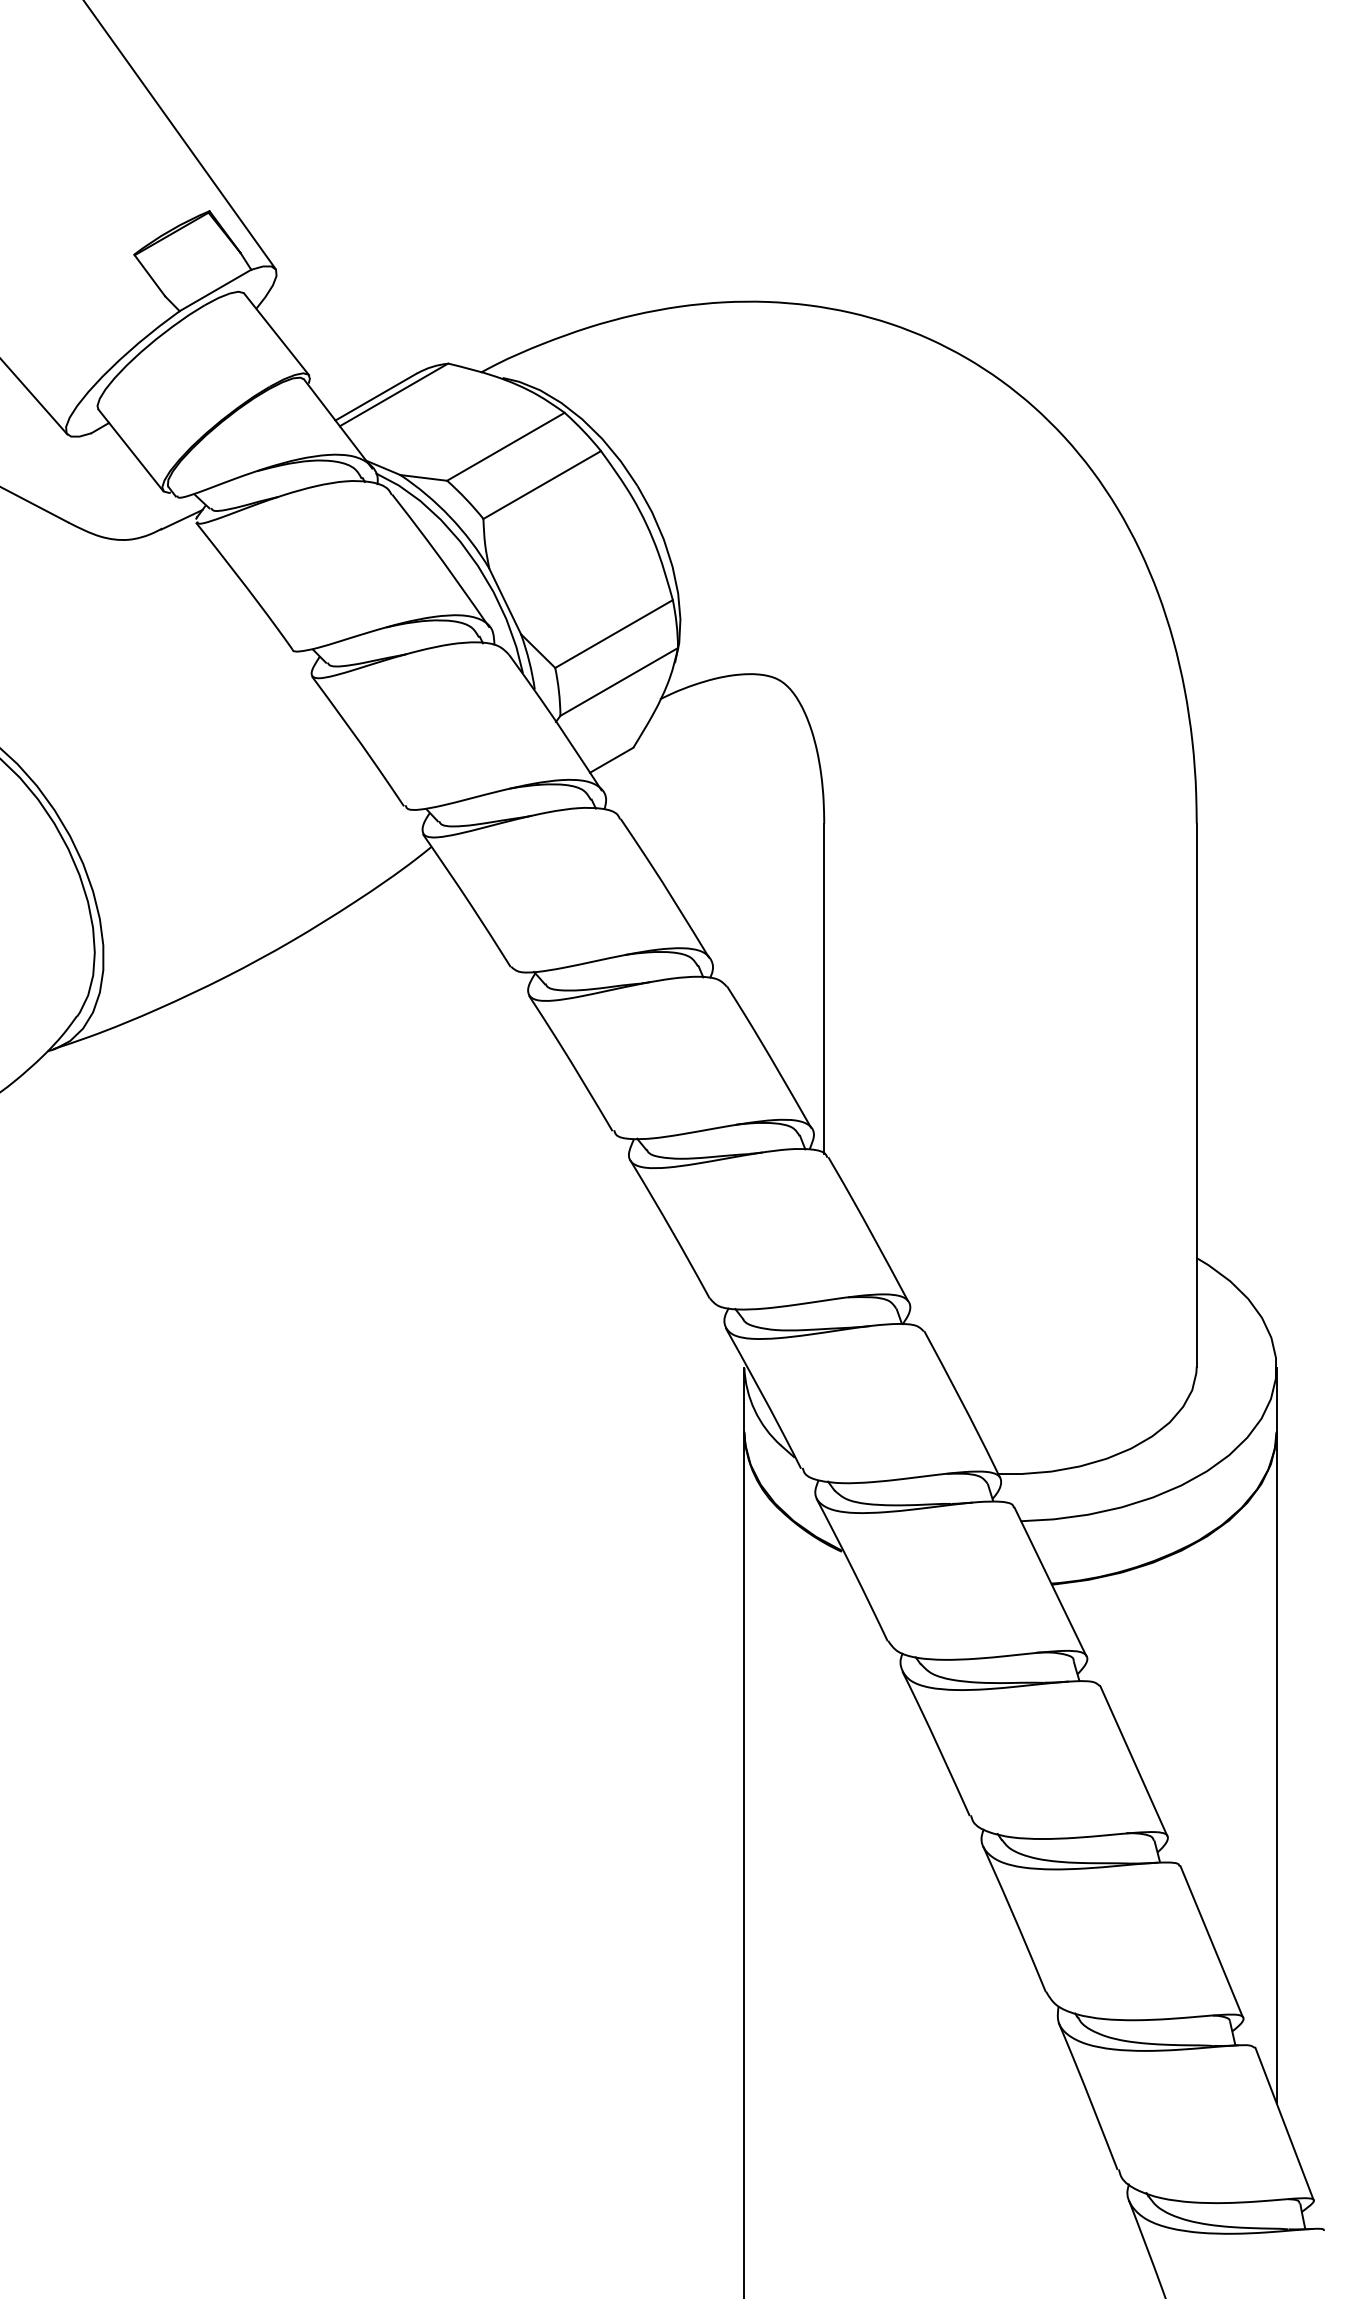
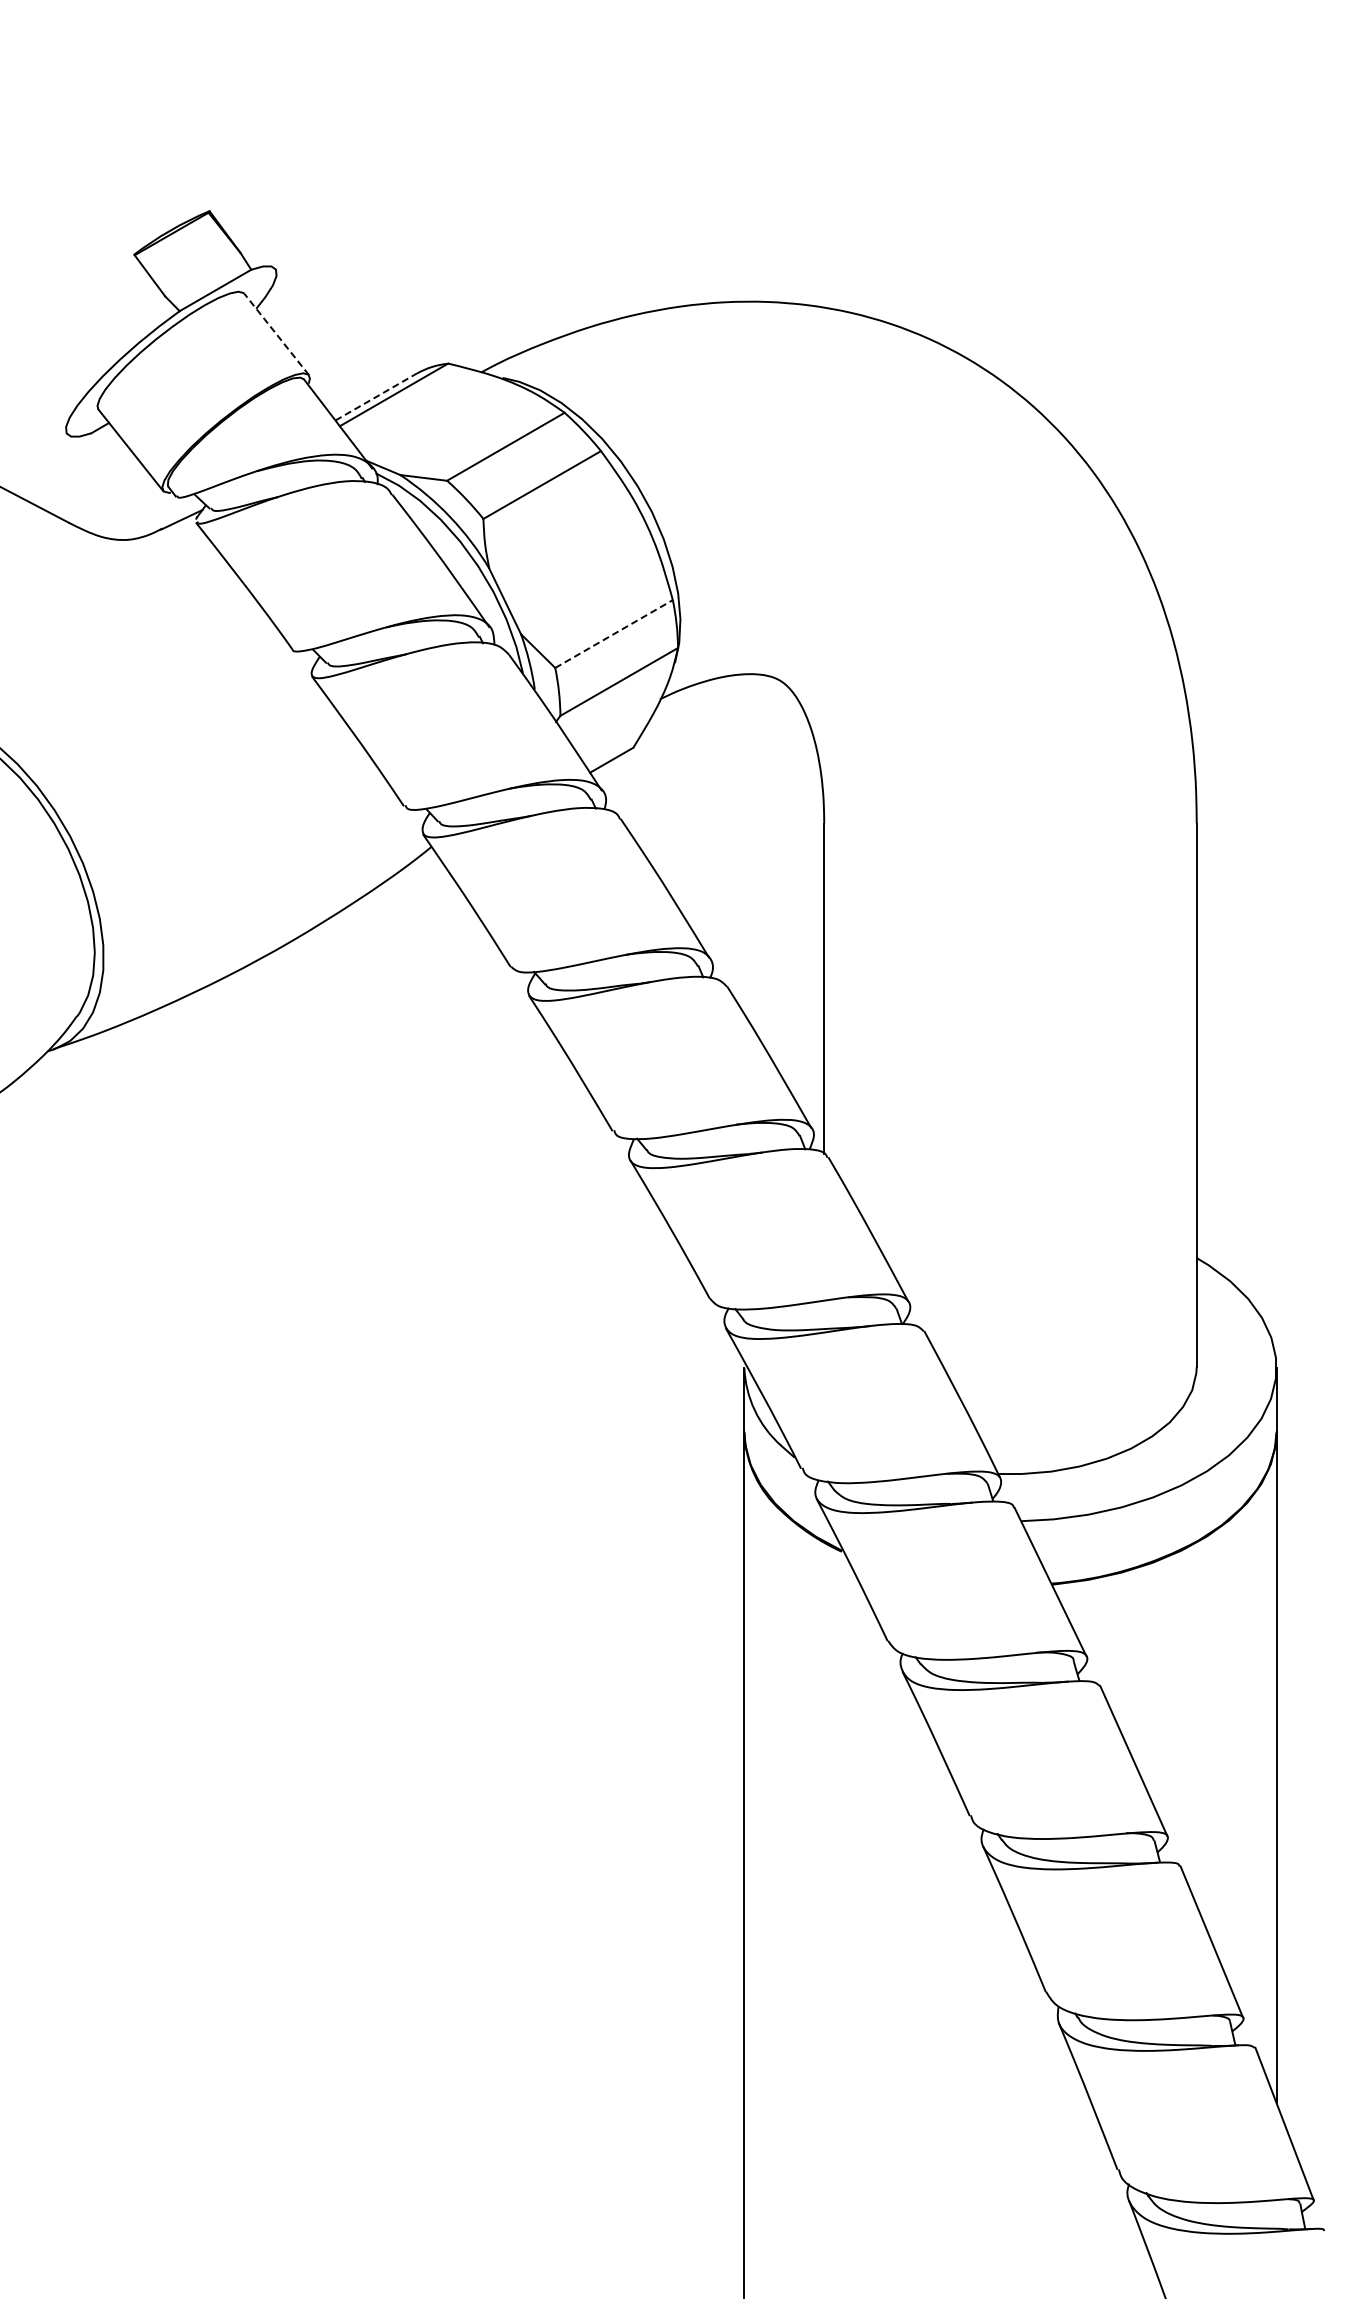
line at (179, 135): present -> none
line at (276, 333): solid -> dashed
line at (376, 396): solid -> dashed
line at (34, 397): present -> none
line at (614, 634): solid -> dashed
